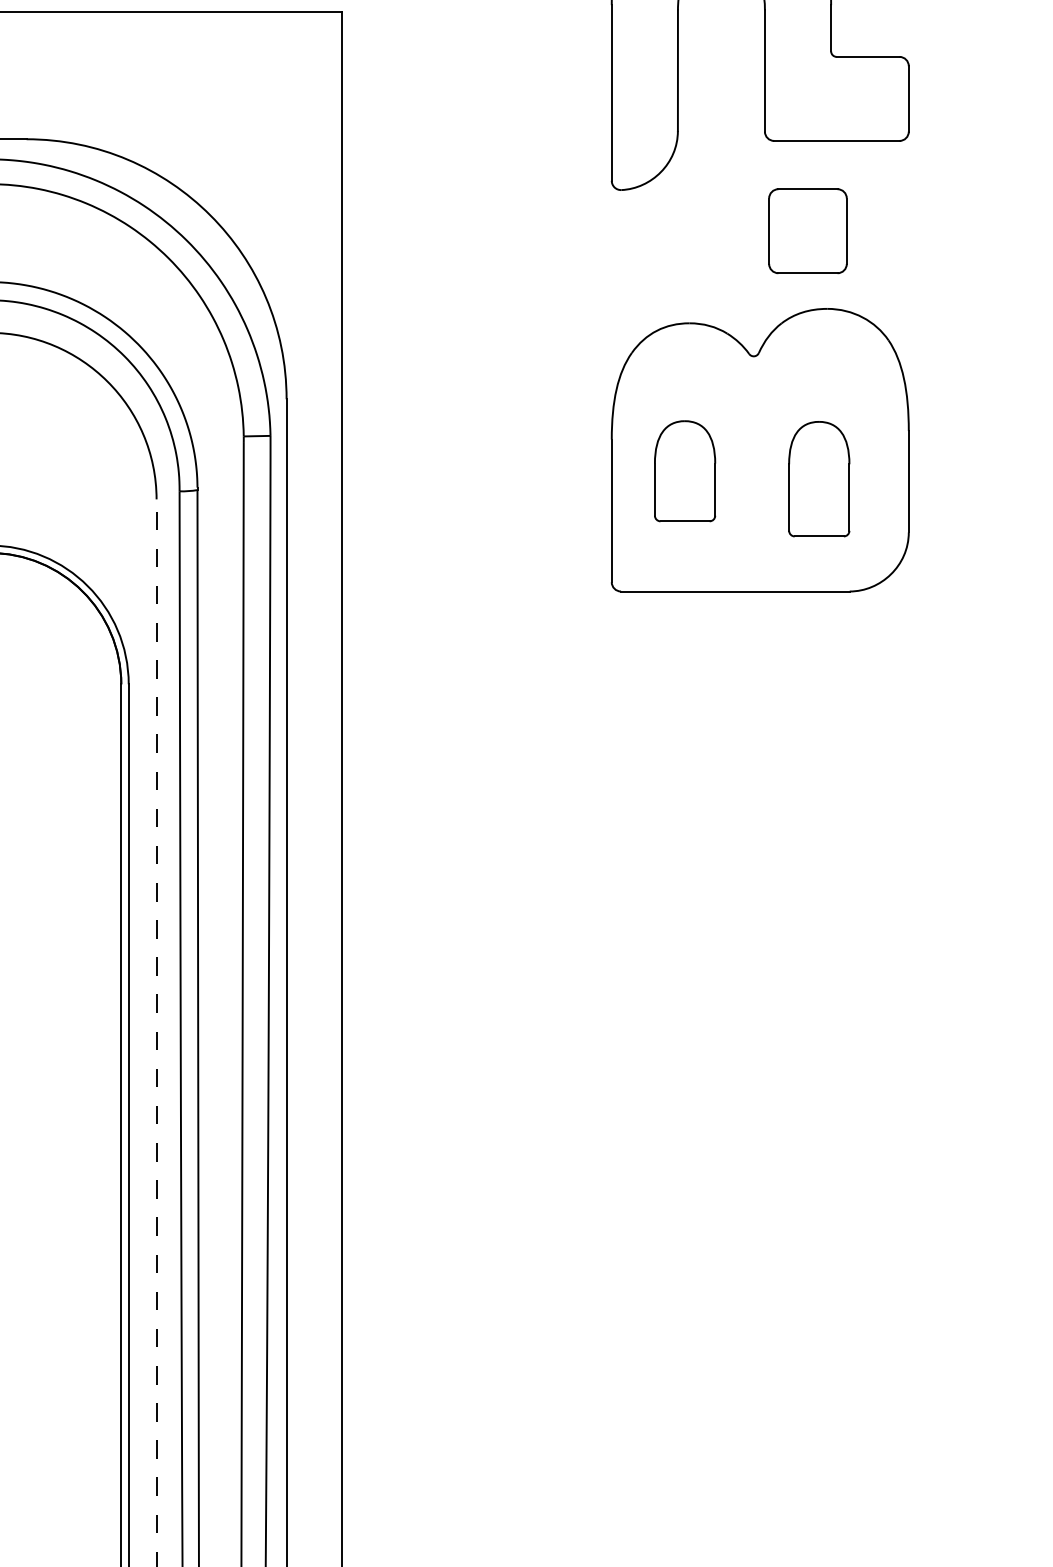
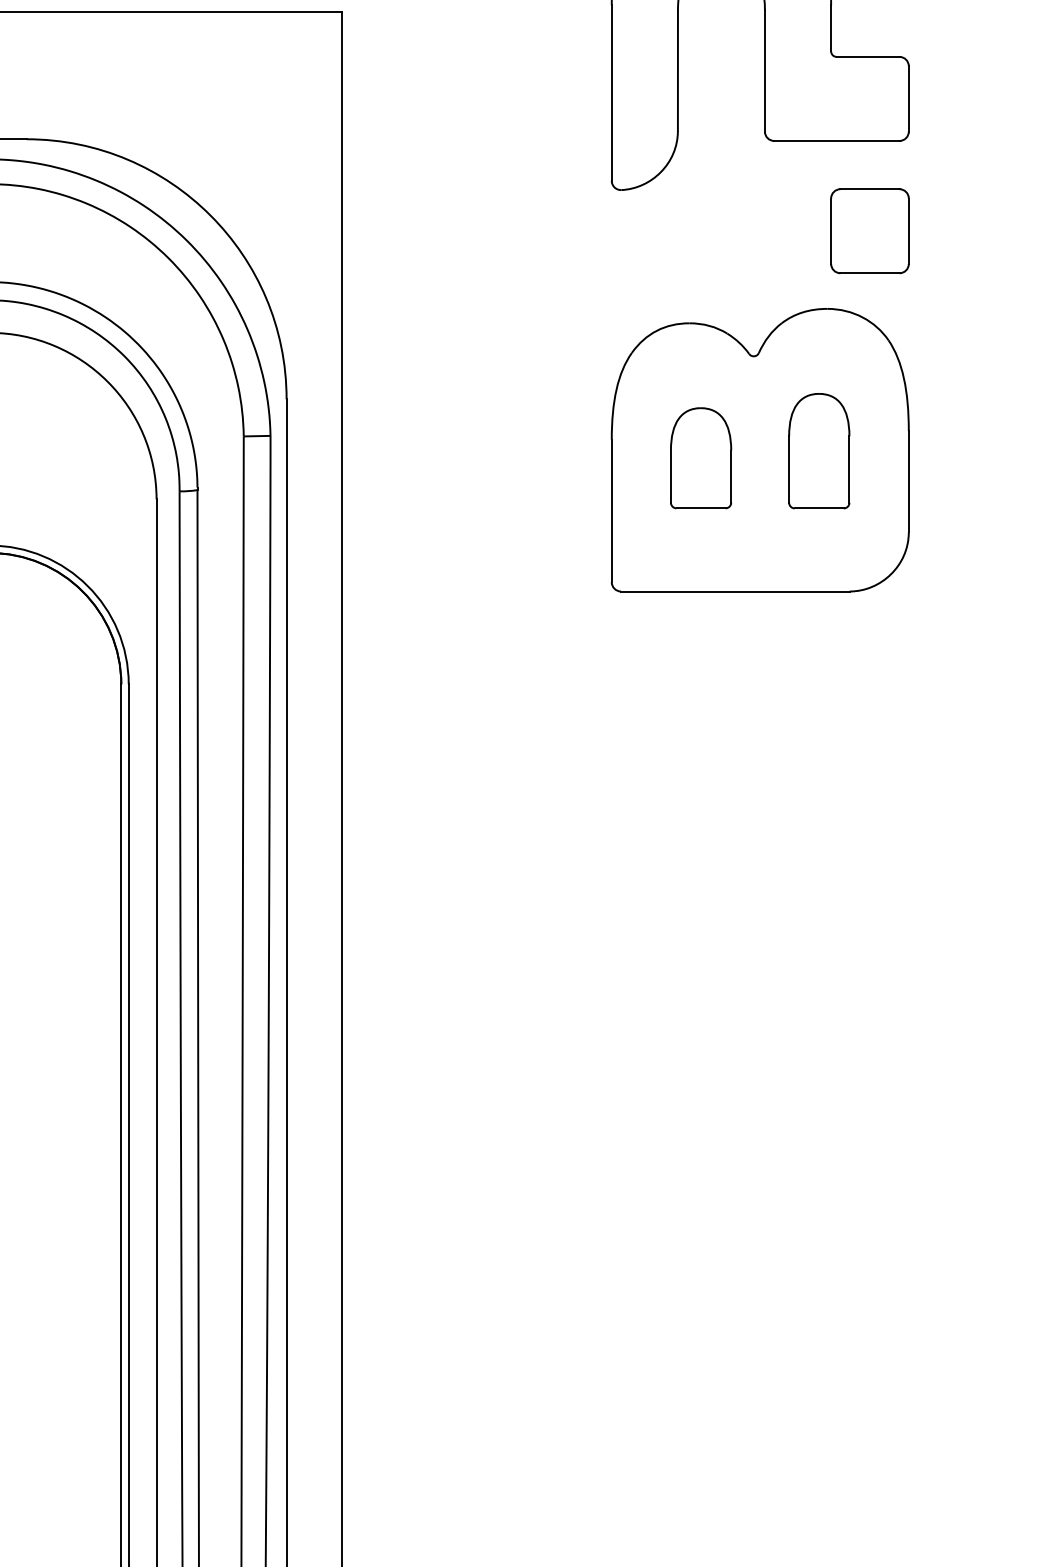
part at (807, 231) position: (807, 231) -> (869, 231)
part at (685, 471) position: (685, 471) -> (701, 458)
part at (819, 479) position: (819, 479) -> (819, 451)
line at (156, 1032): dashed -> solid
